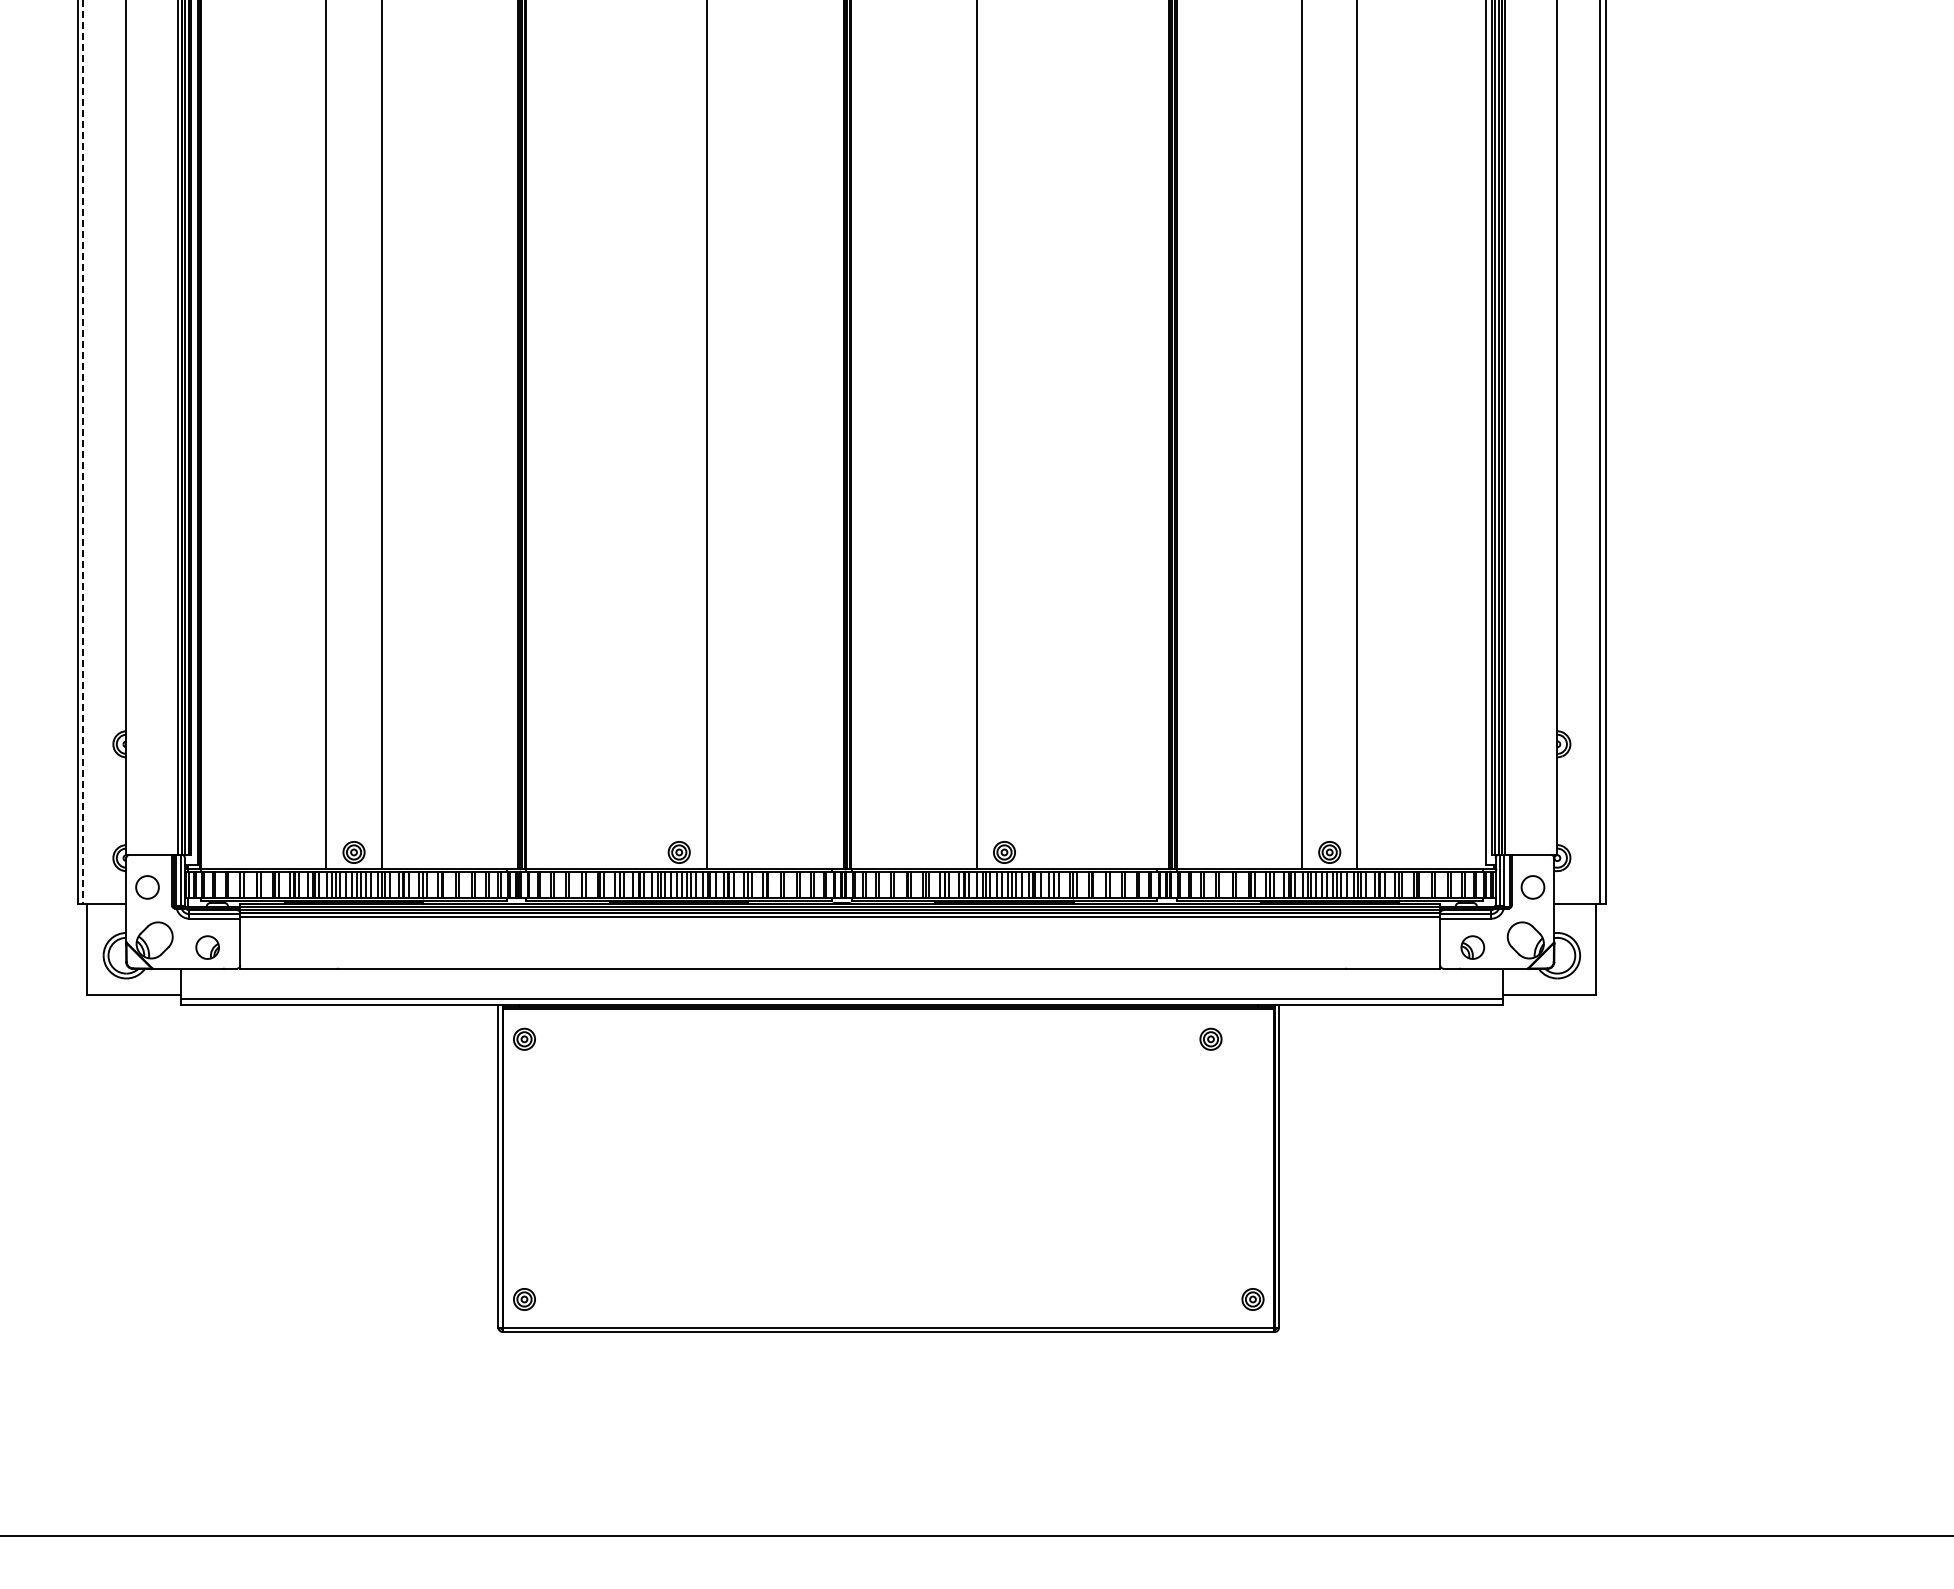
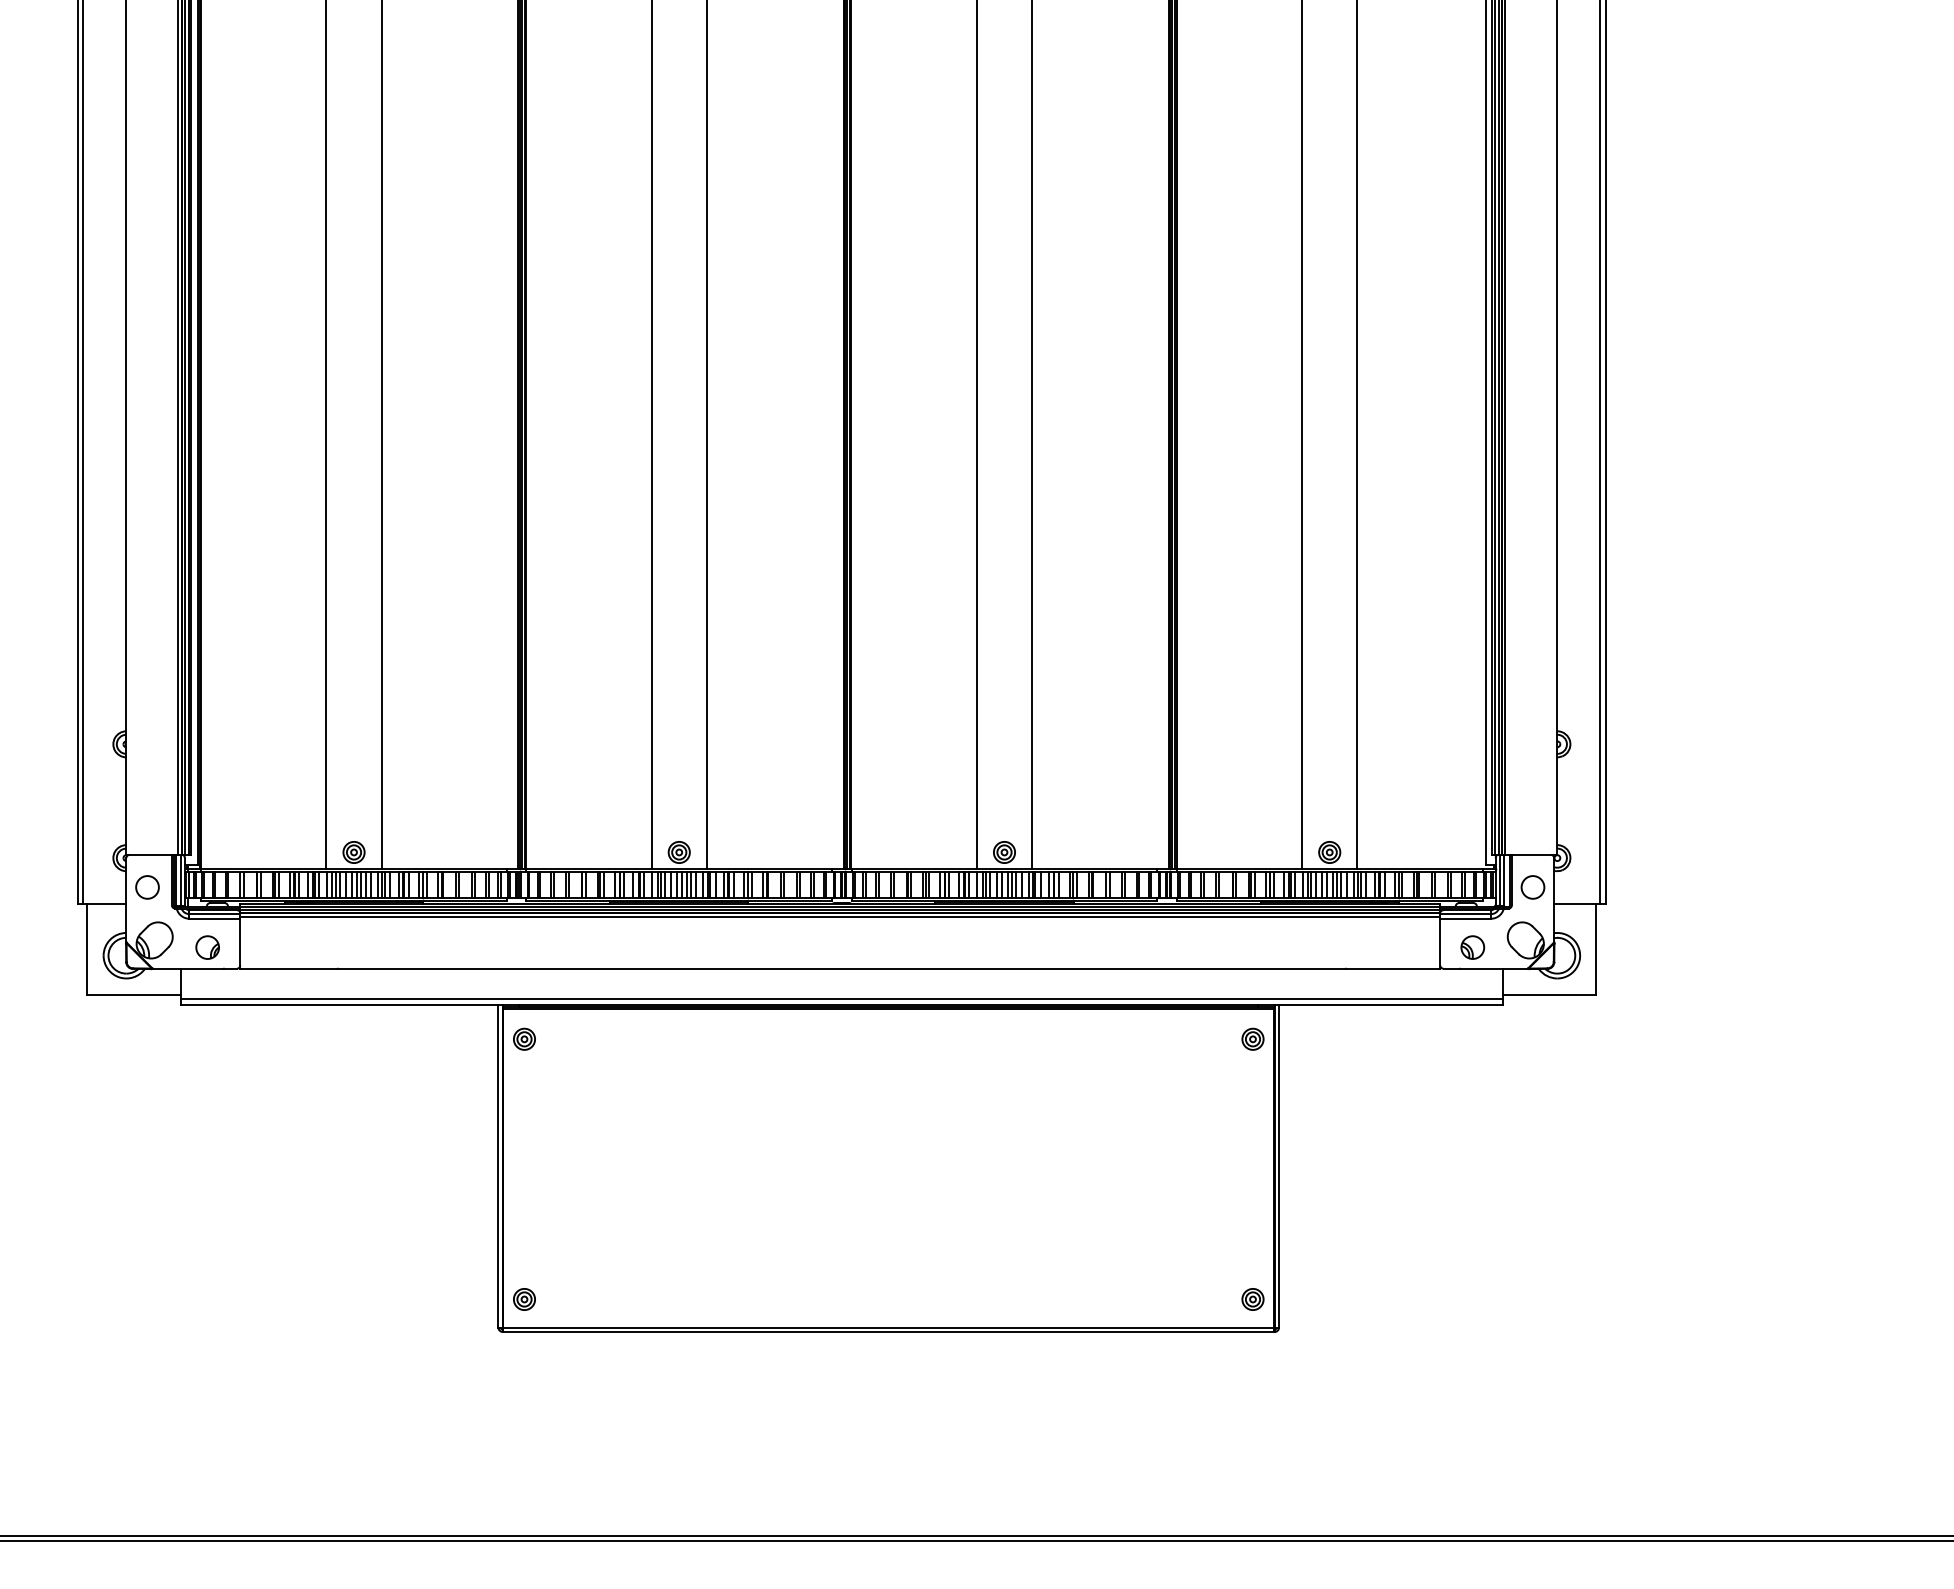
line at (651, 435): none -> present
line at (1032, 435): none -> present
line at (83, 452): dashed -> solid
part at (1210, 1038) position: (1210, 1038) -> (1252, 1038)
line at (976, 1541): none -> present
